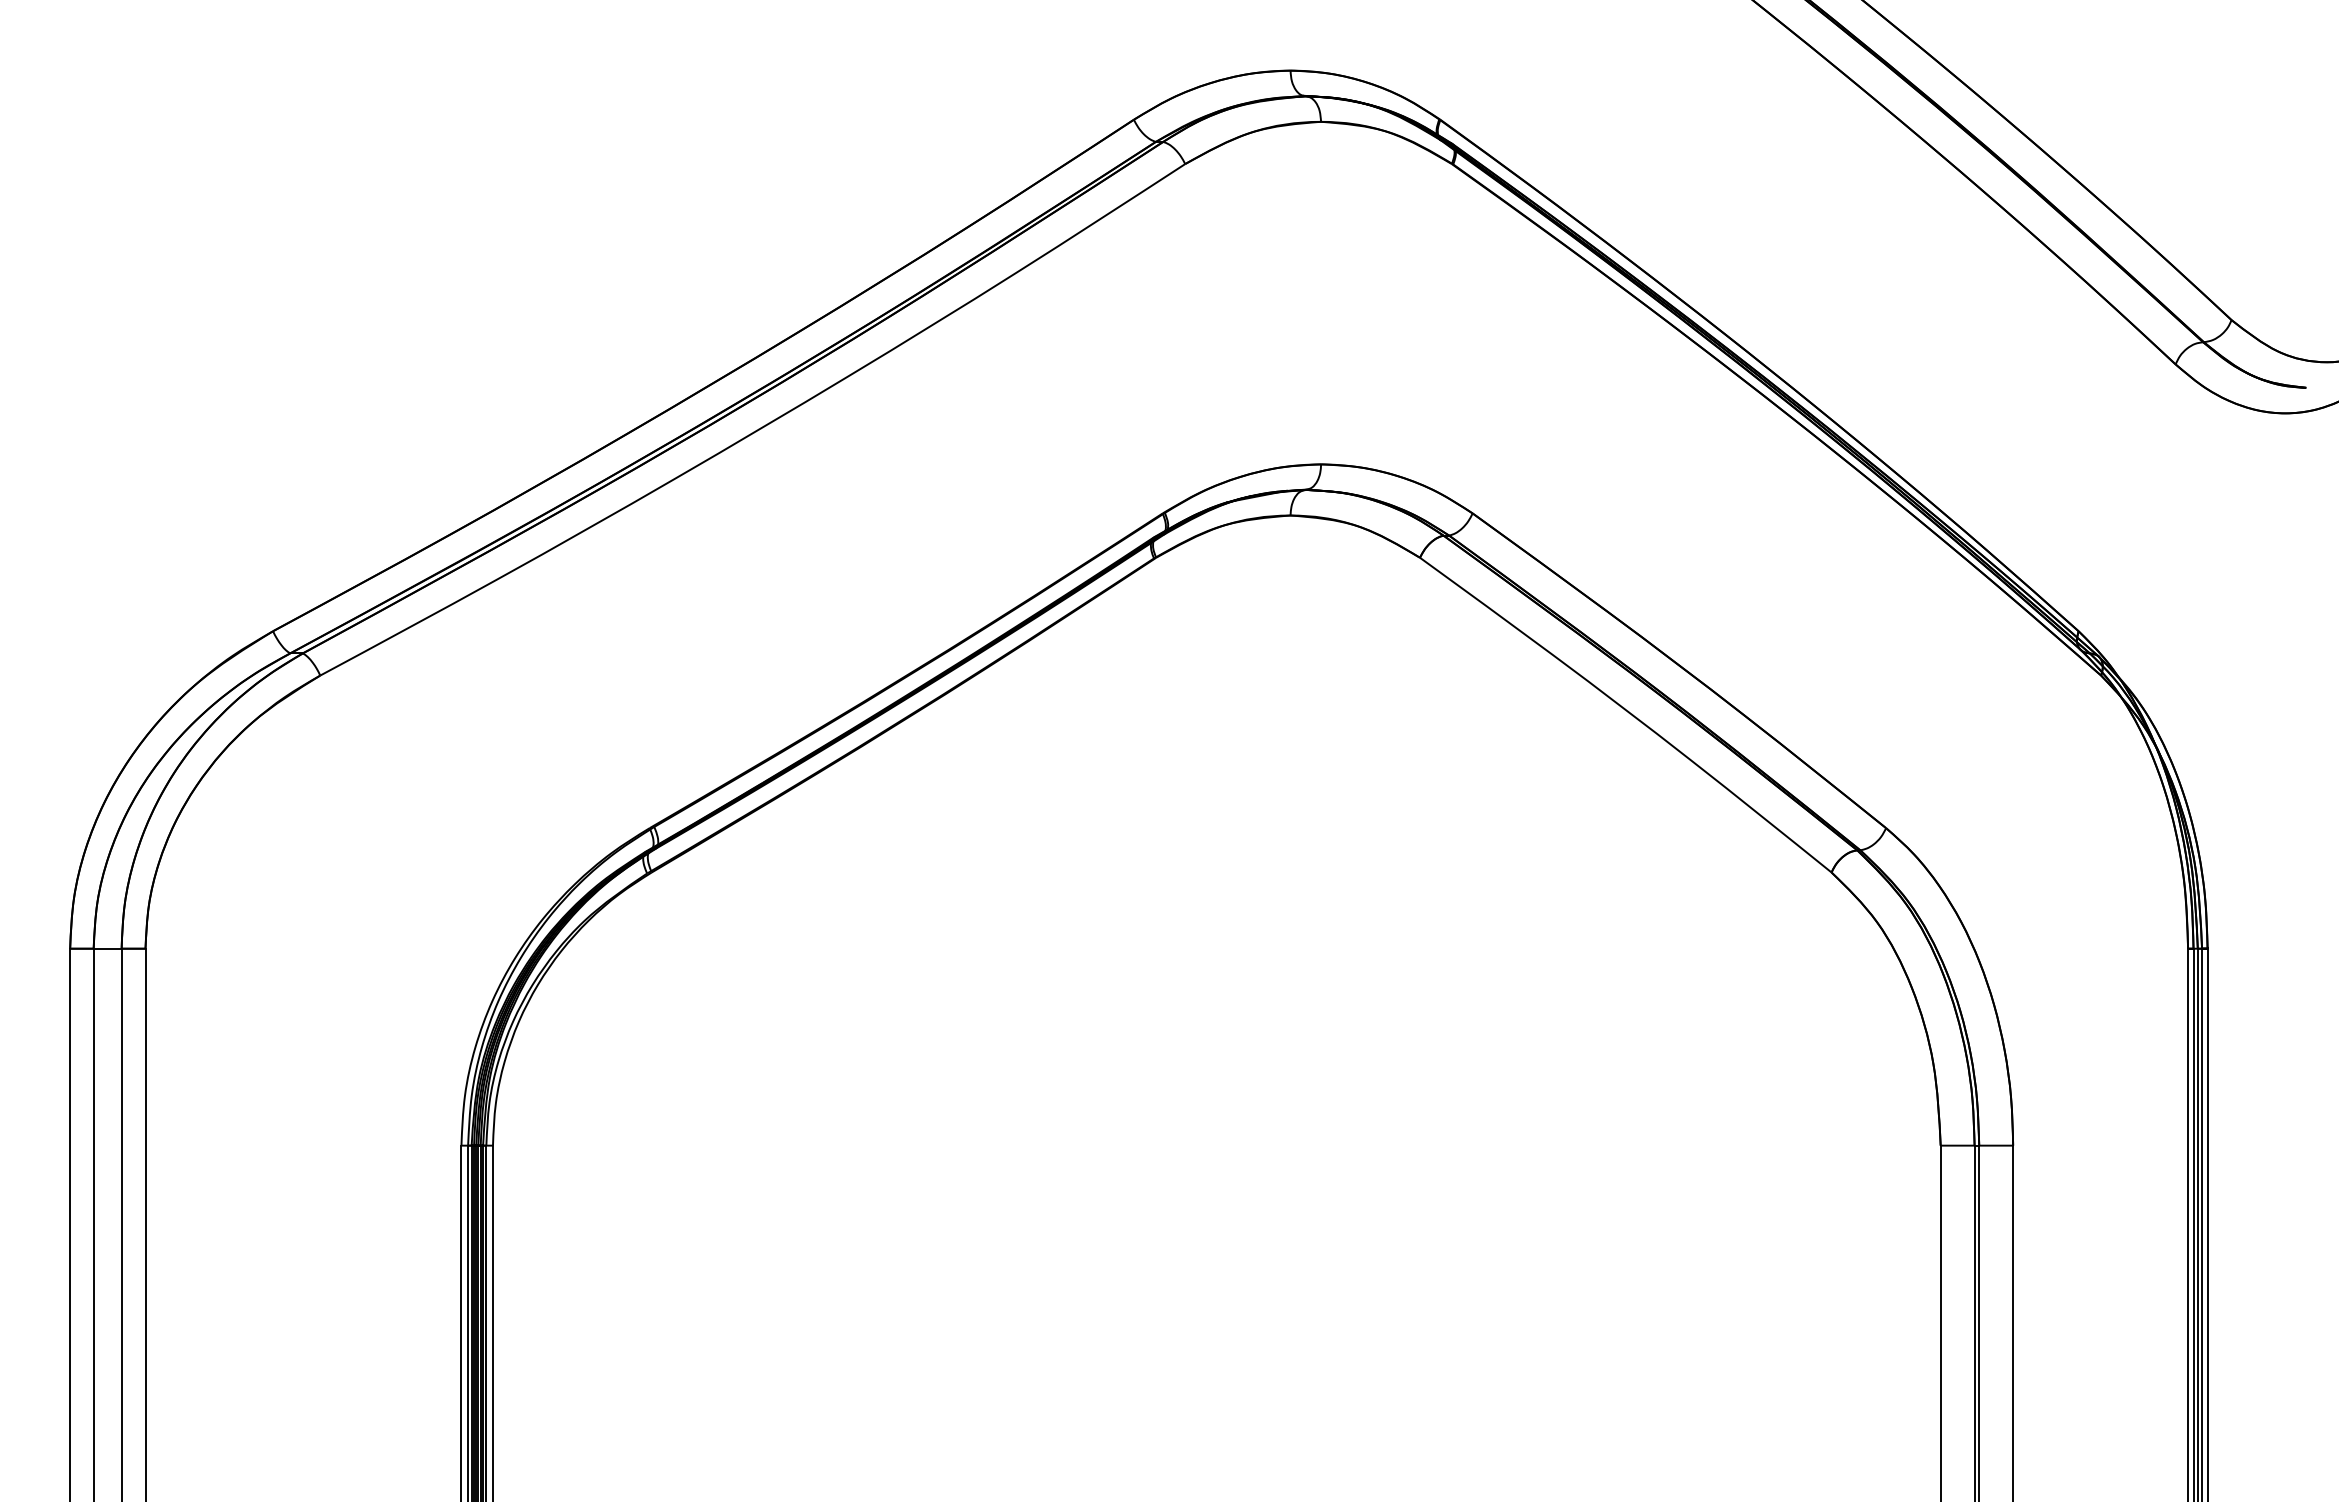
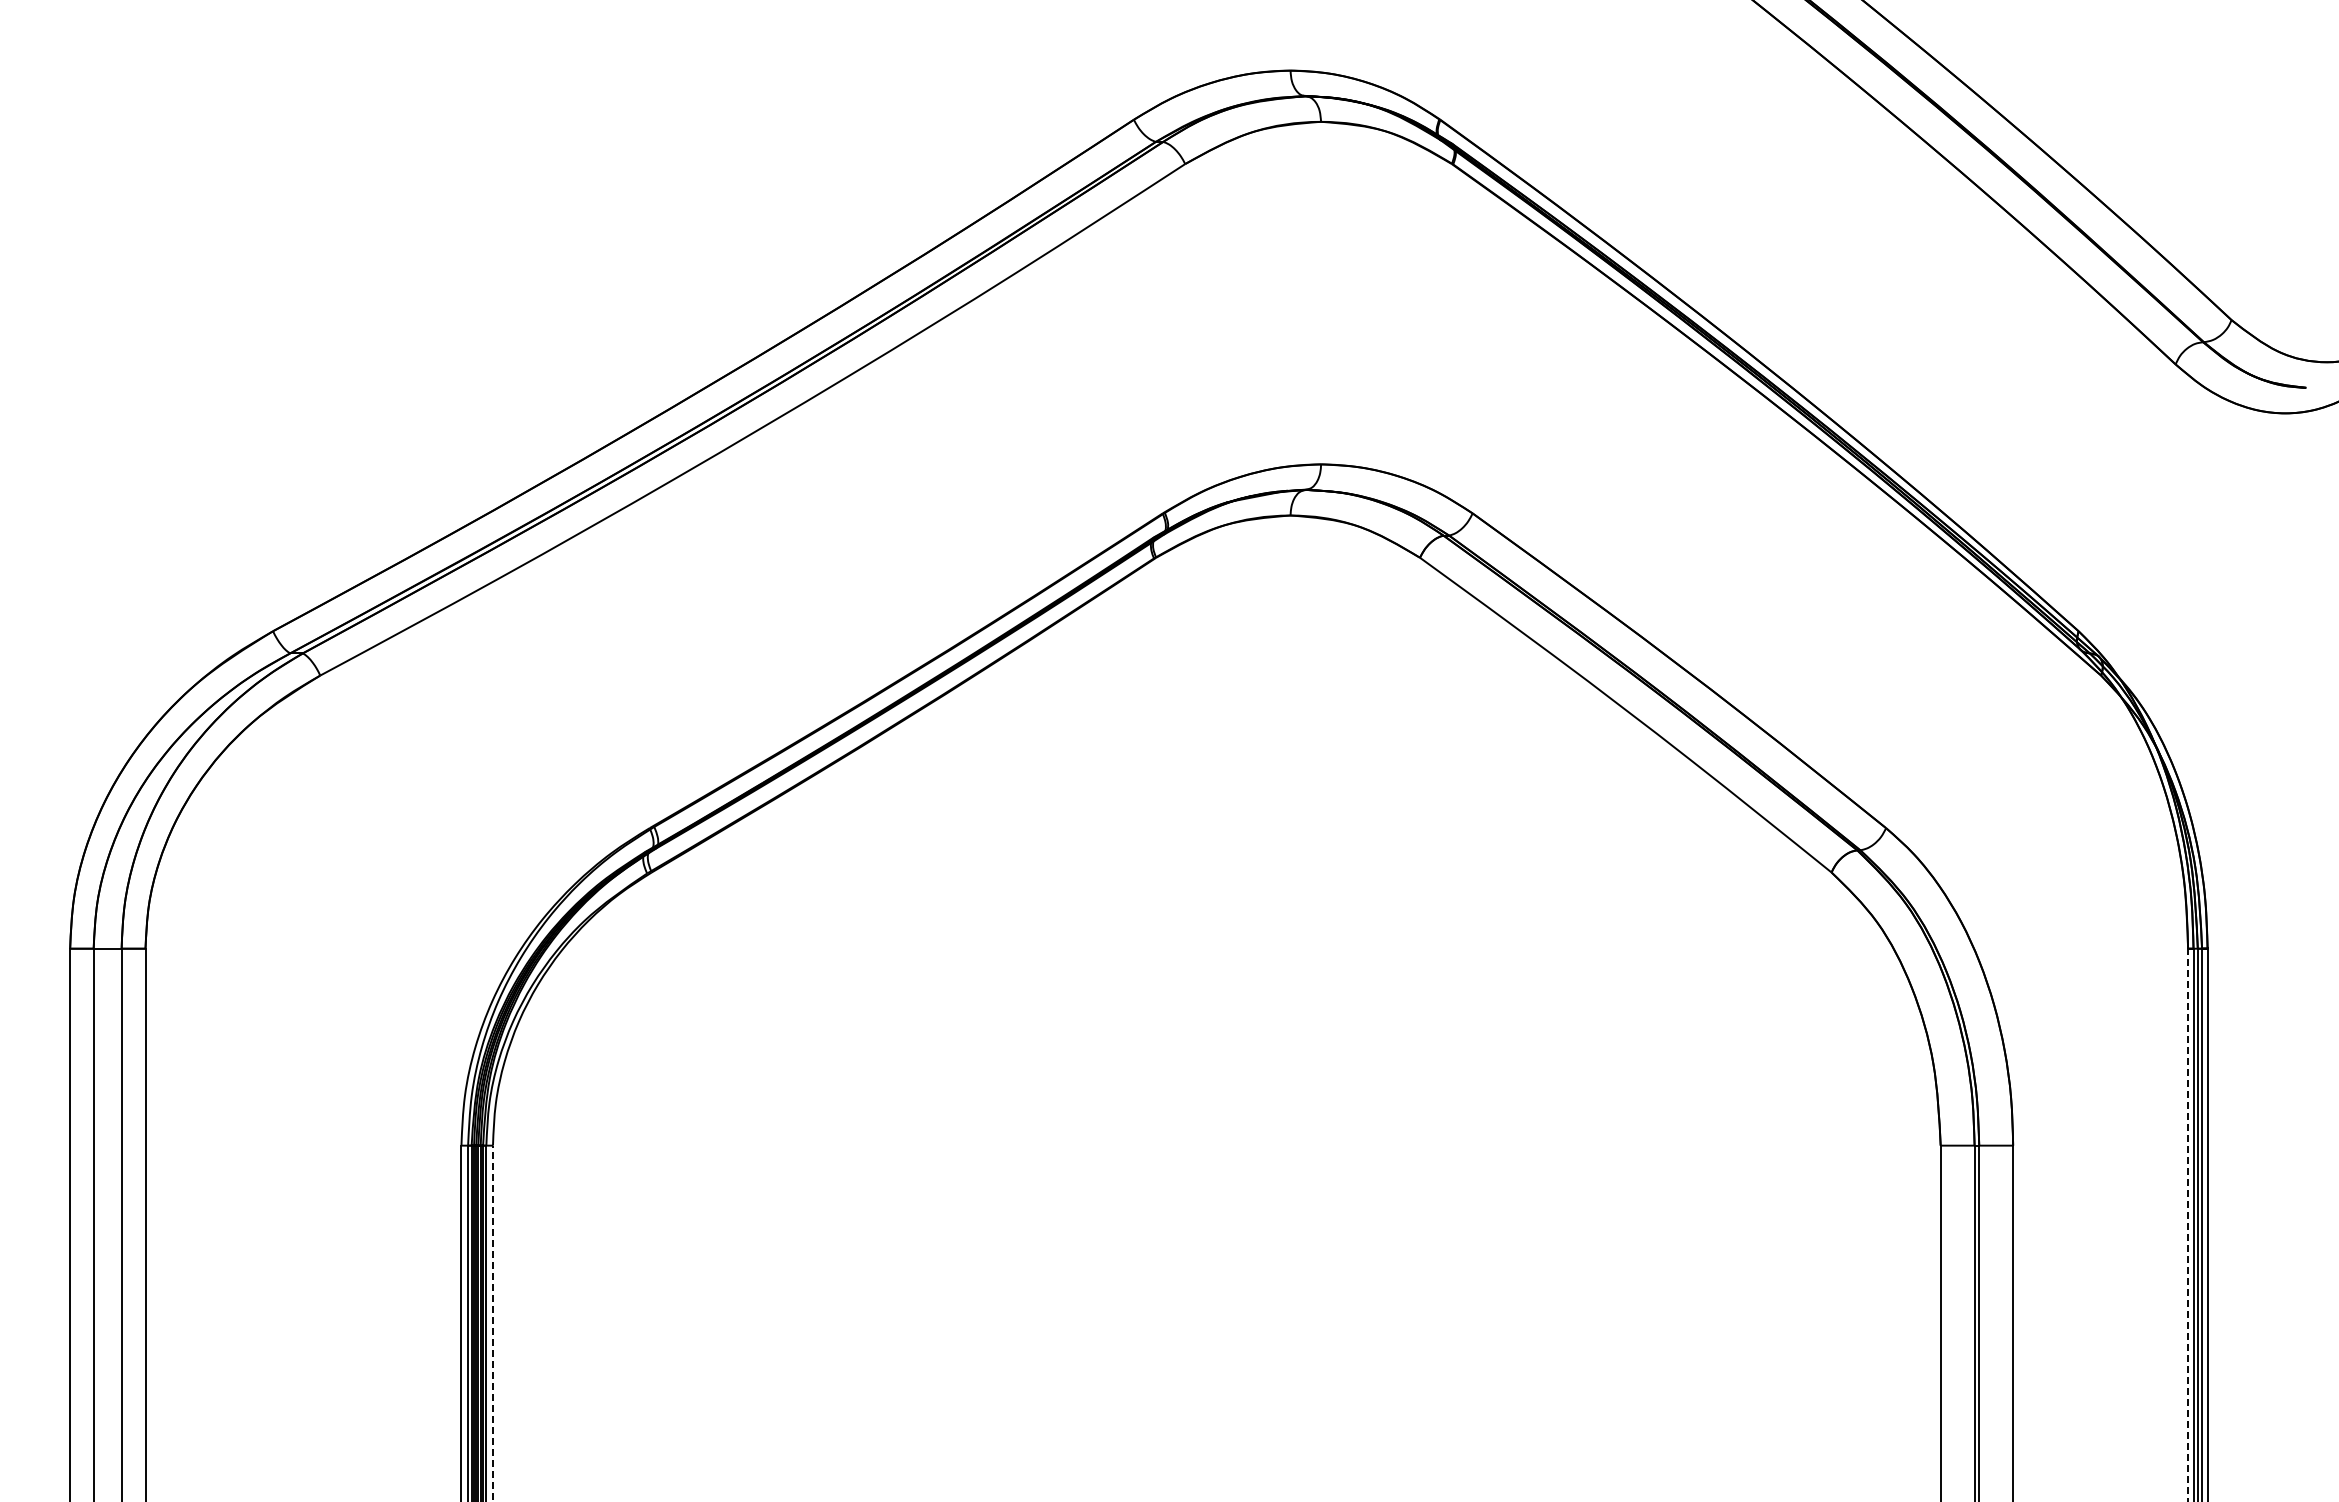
line at (2188, 1225): solid -> dashed
line at (493, 1323): solid -> dashed
